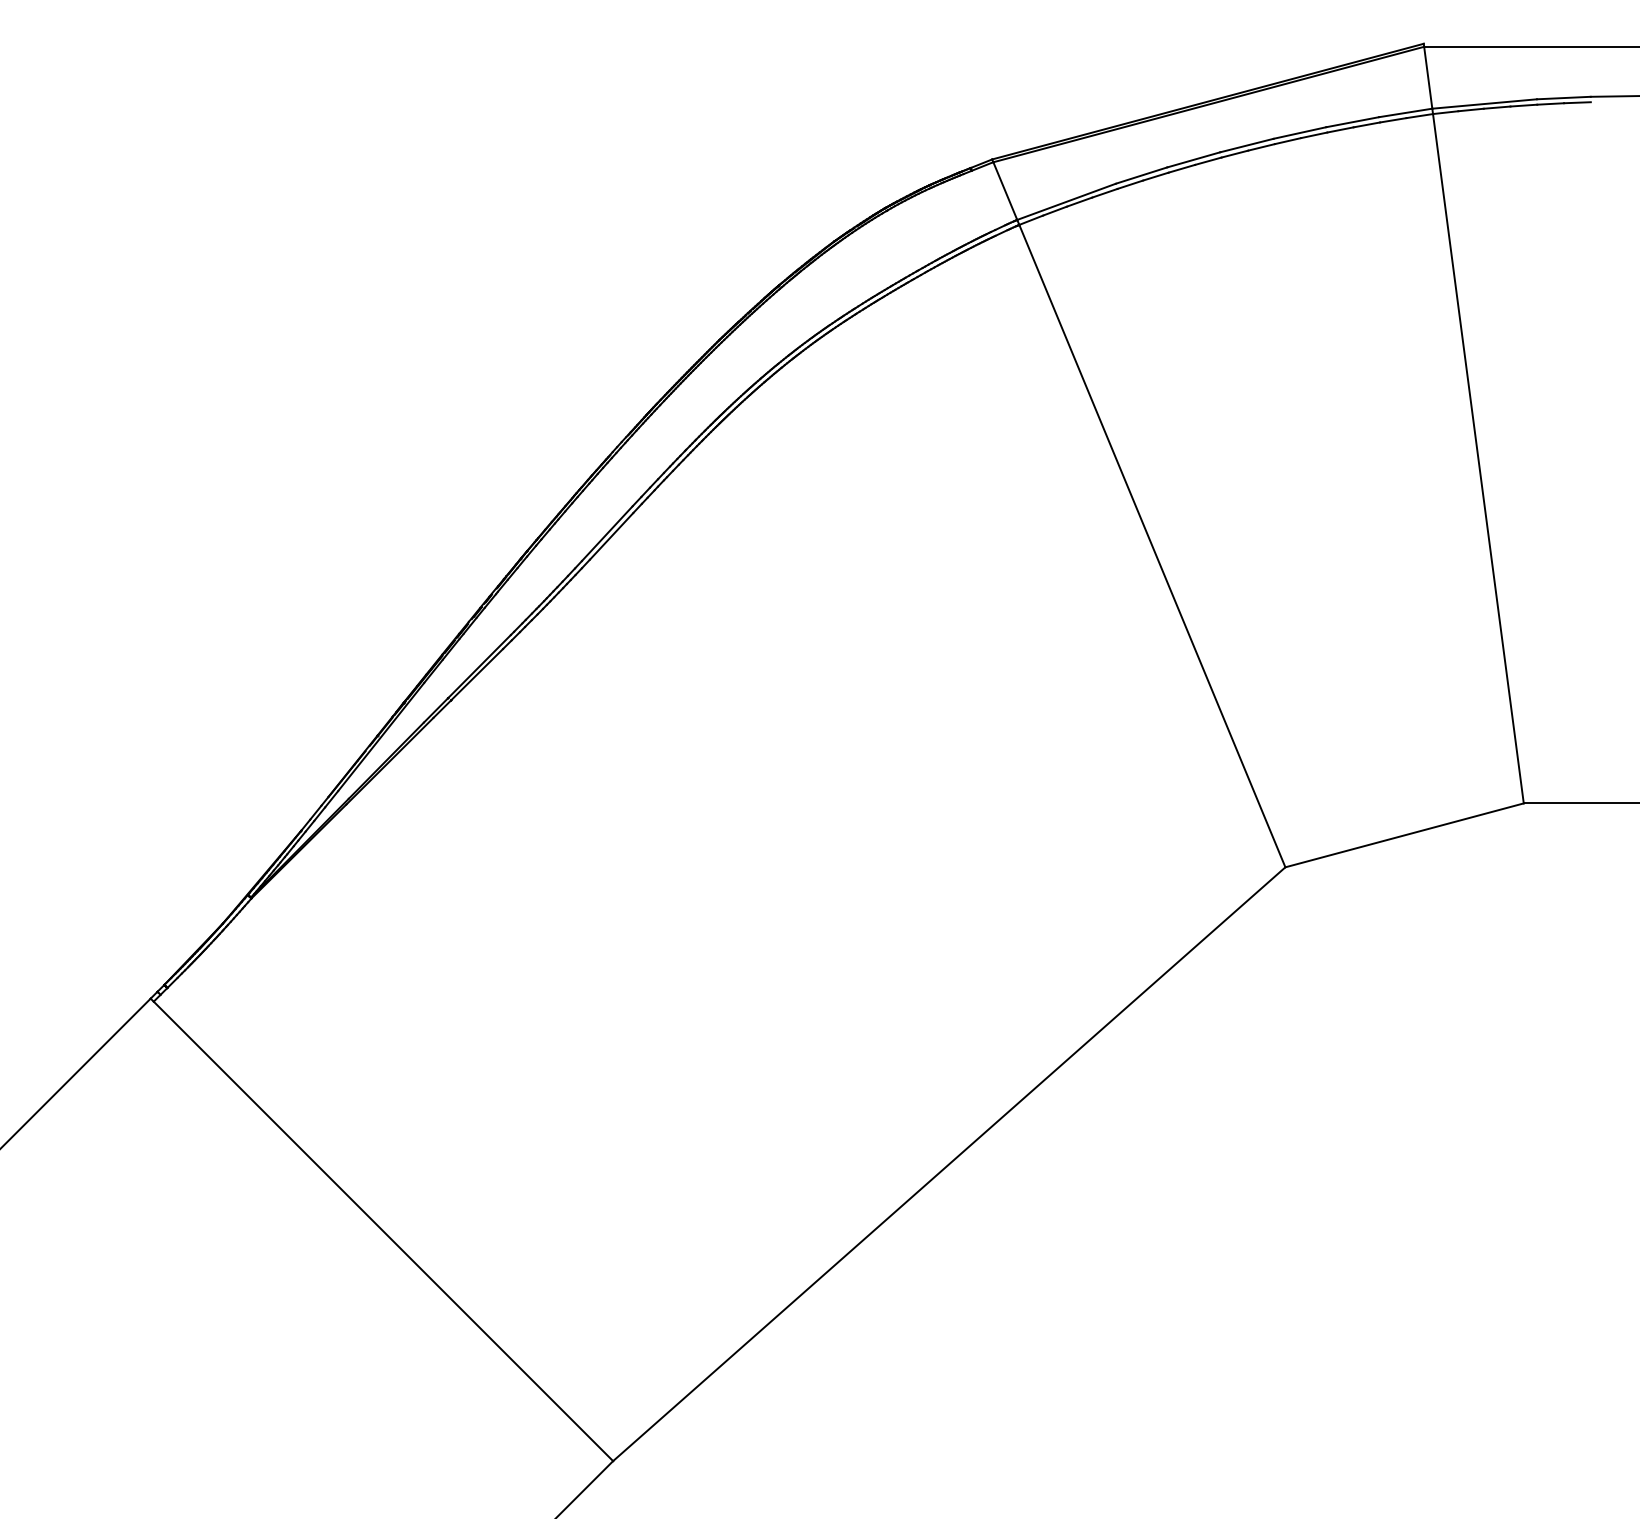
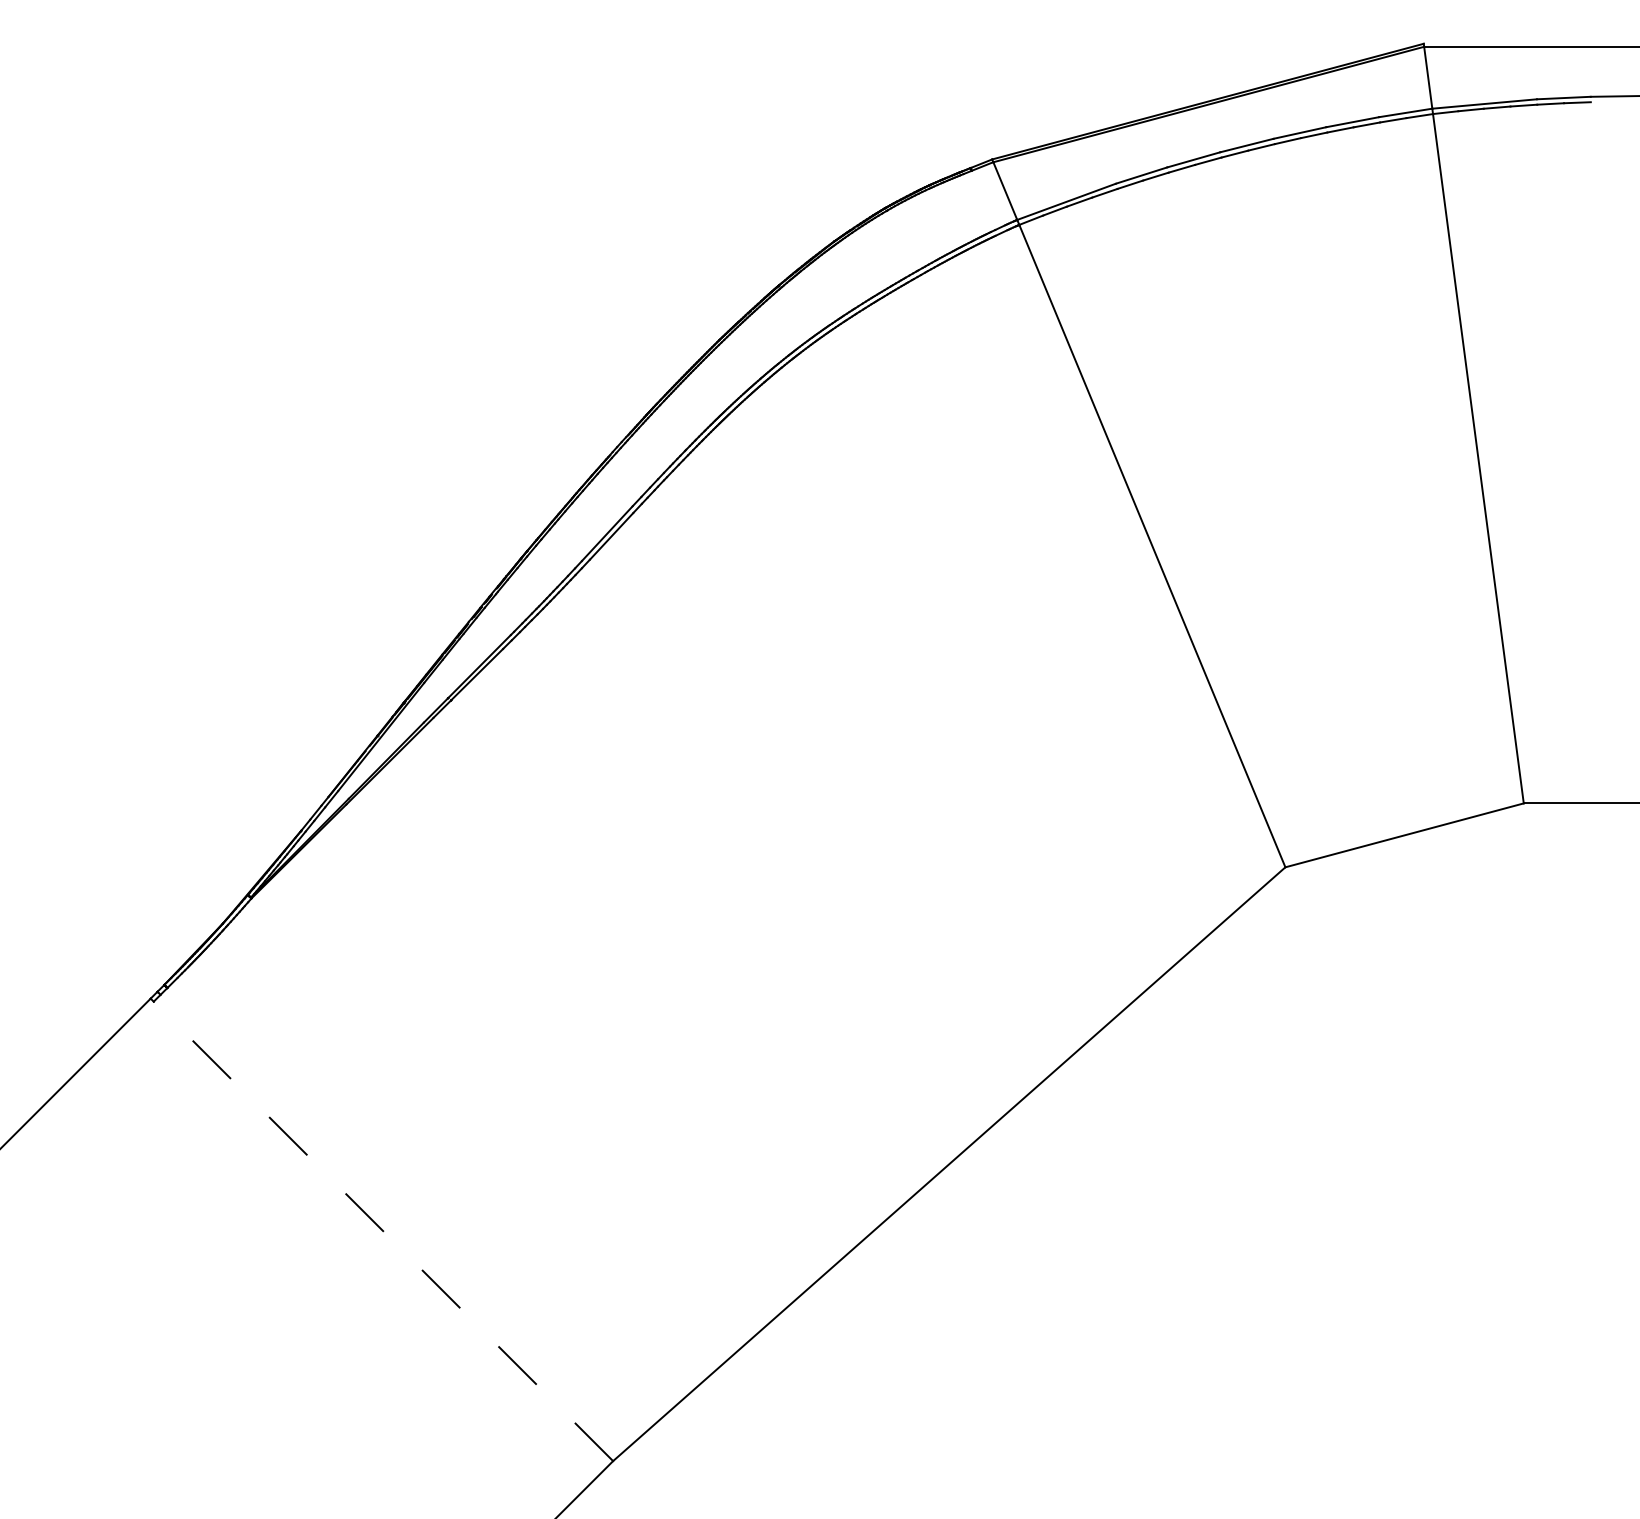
line at (383, 1231): solid -> dashed
